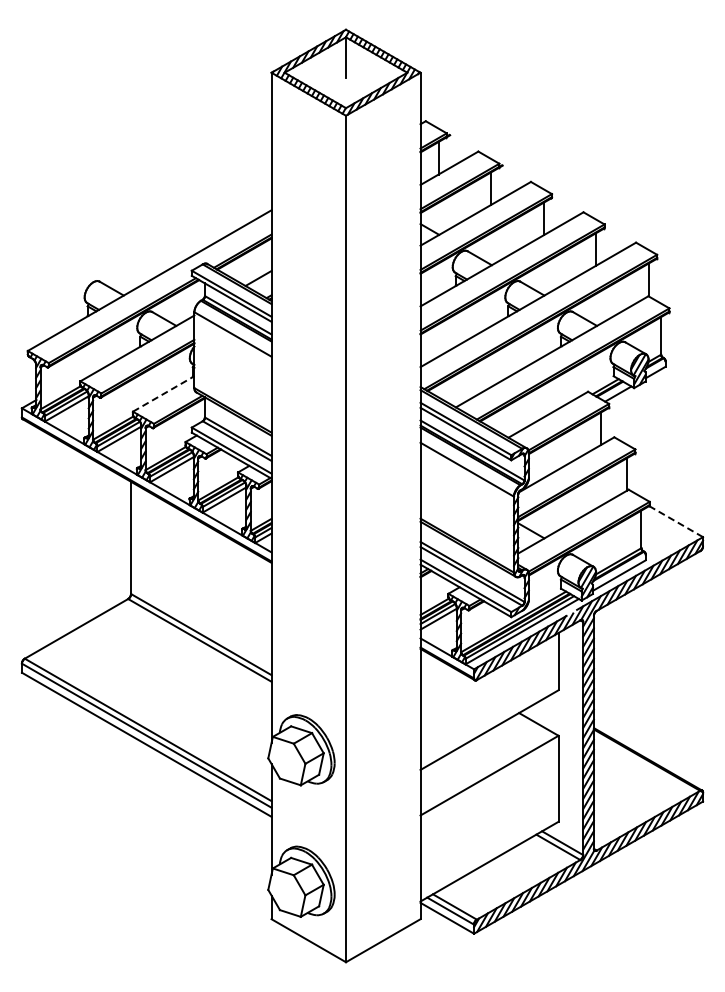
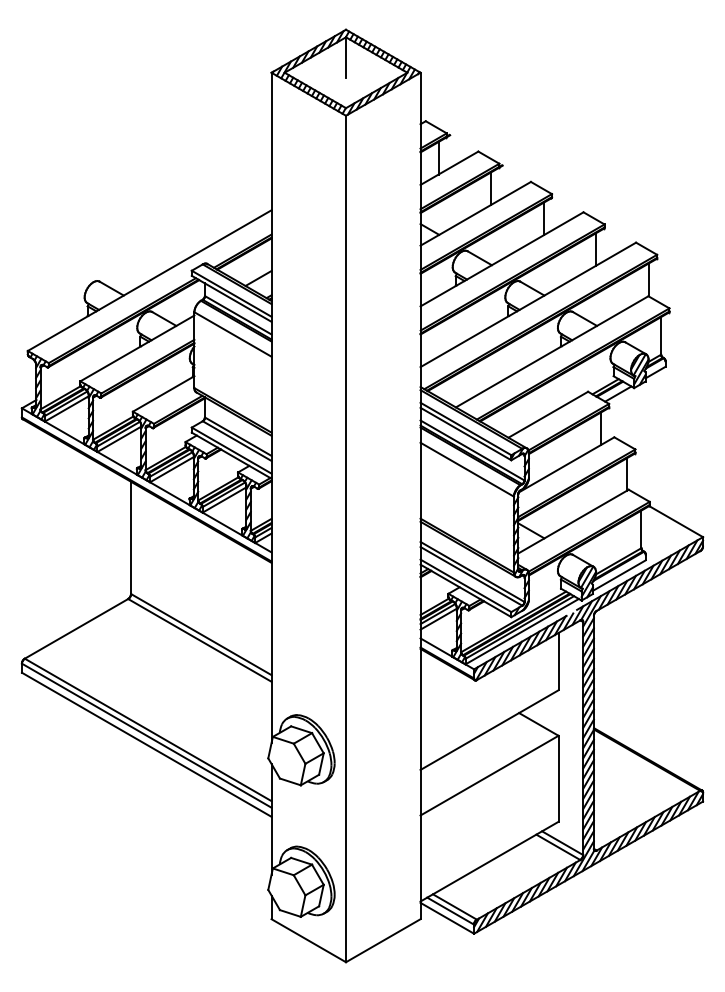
line at (164, 393): dashed -> solid
line at (675, 521): dashed -> solid
